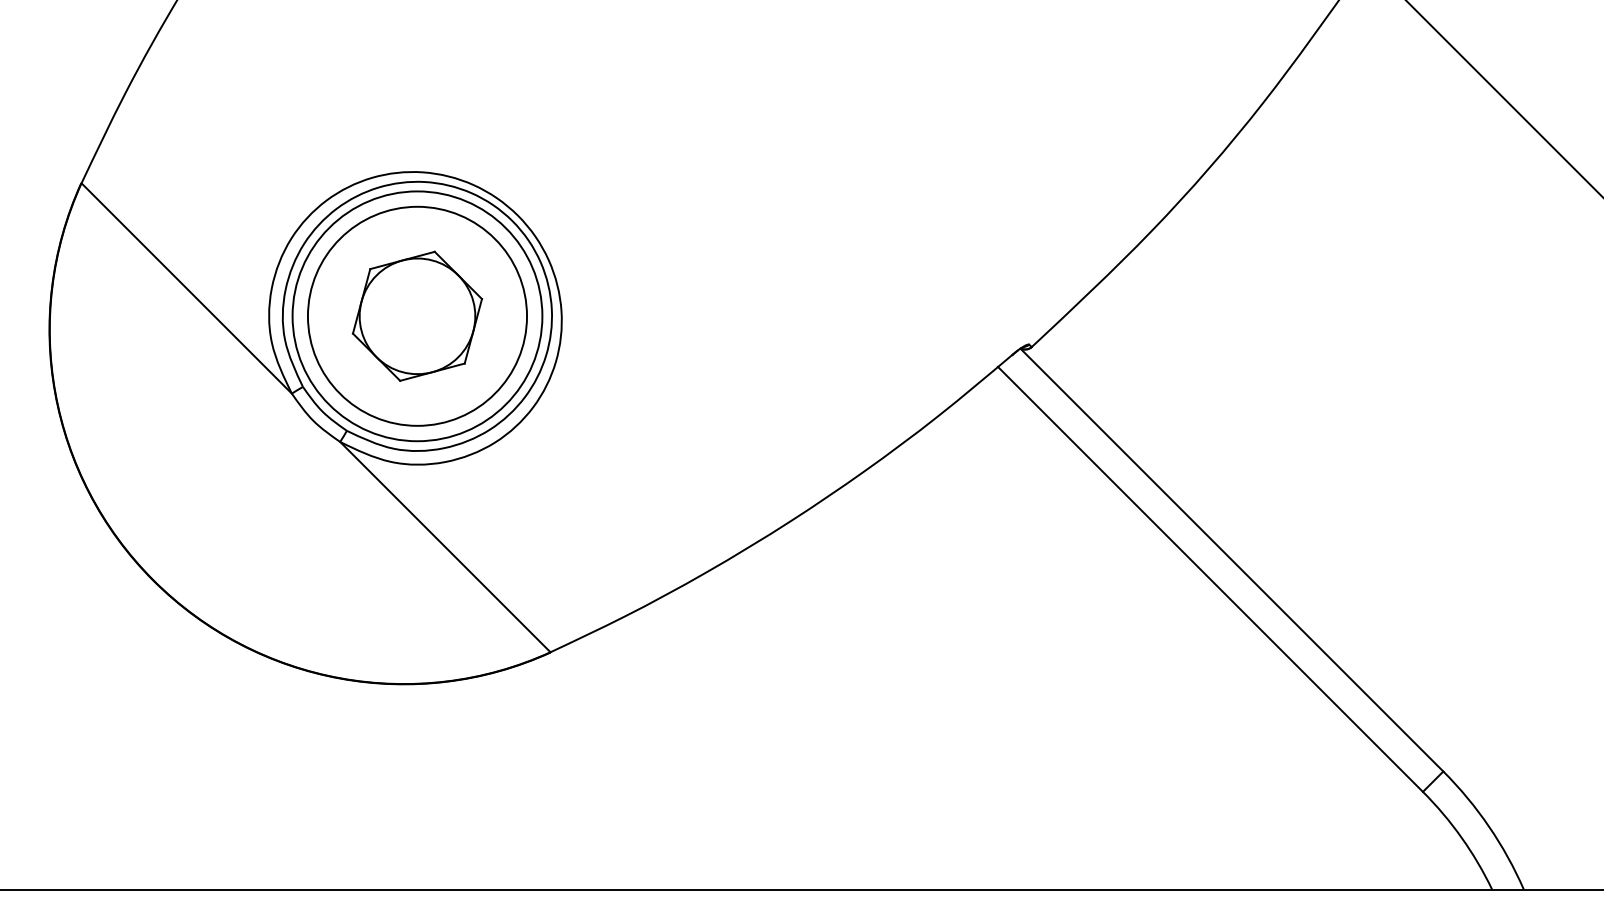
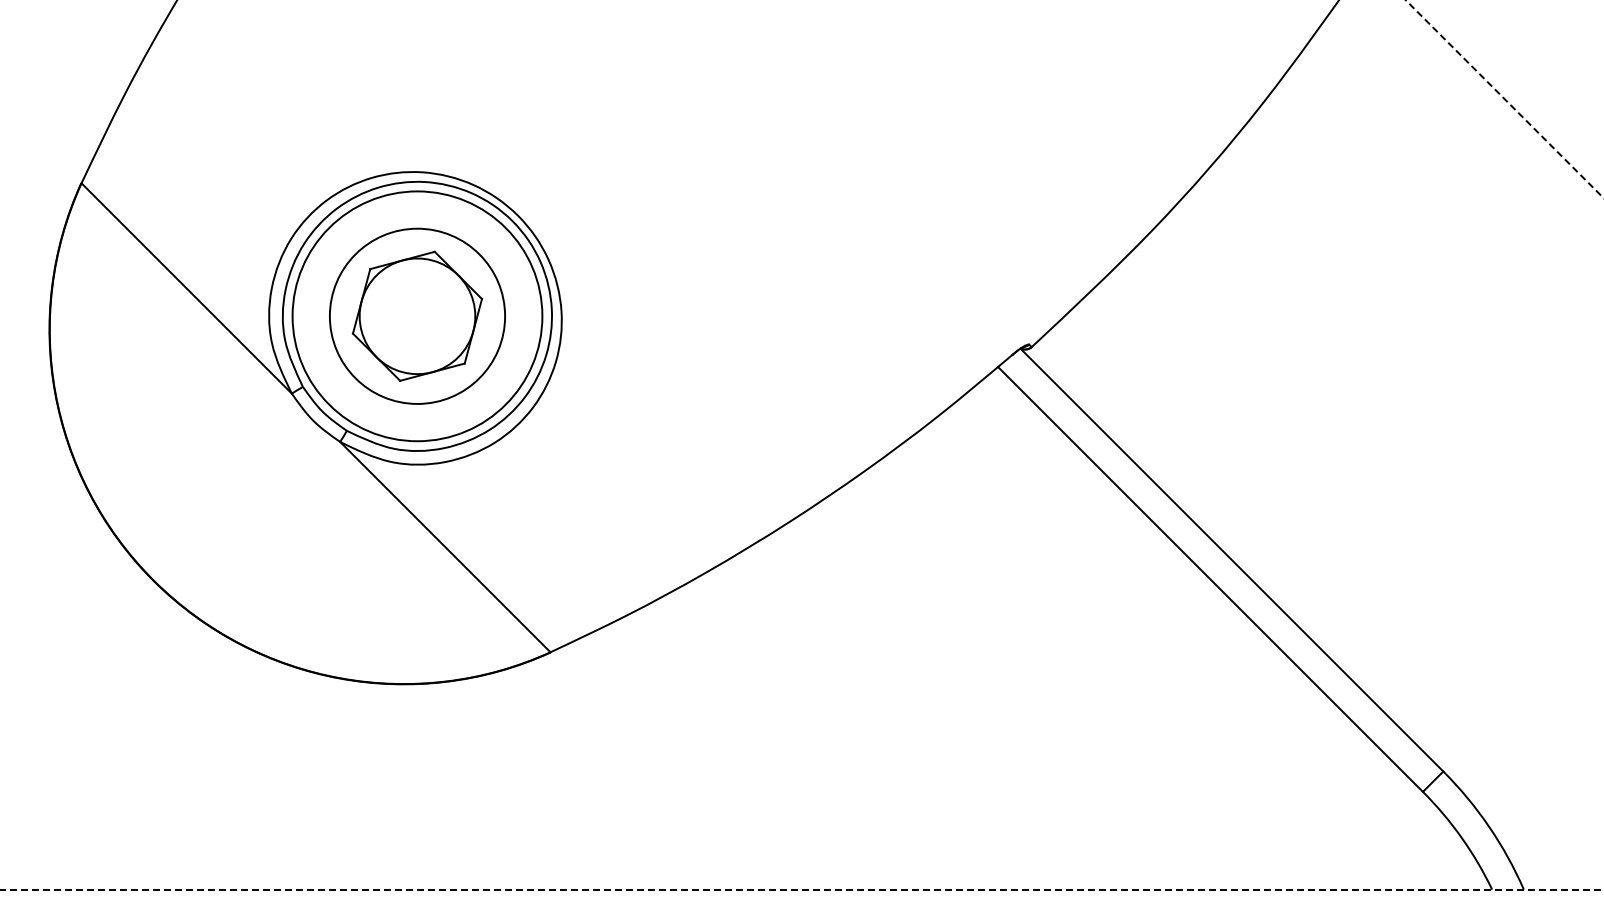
line at (1504, 99): solid -> dashed
circle at (417, 315) diameter: 219 px -> 175 px
line at (801, 889): solid -> dashed
